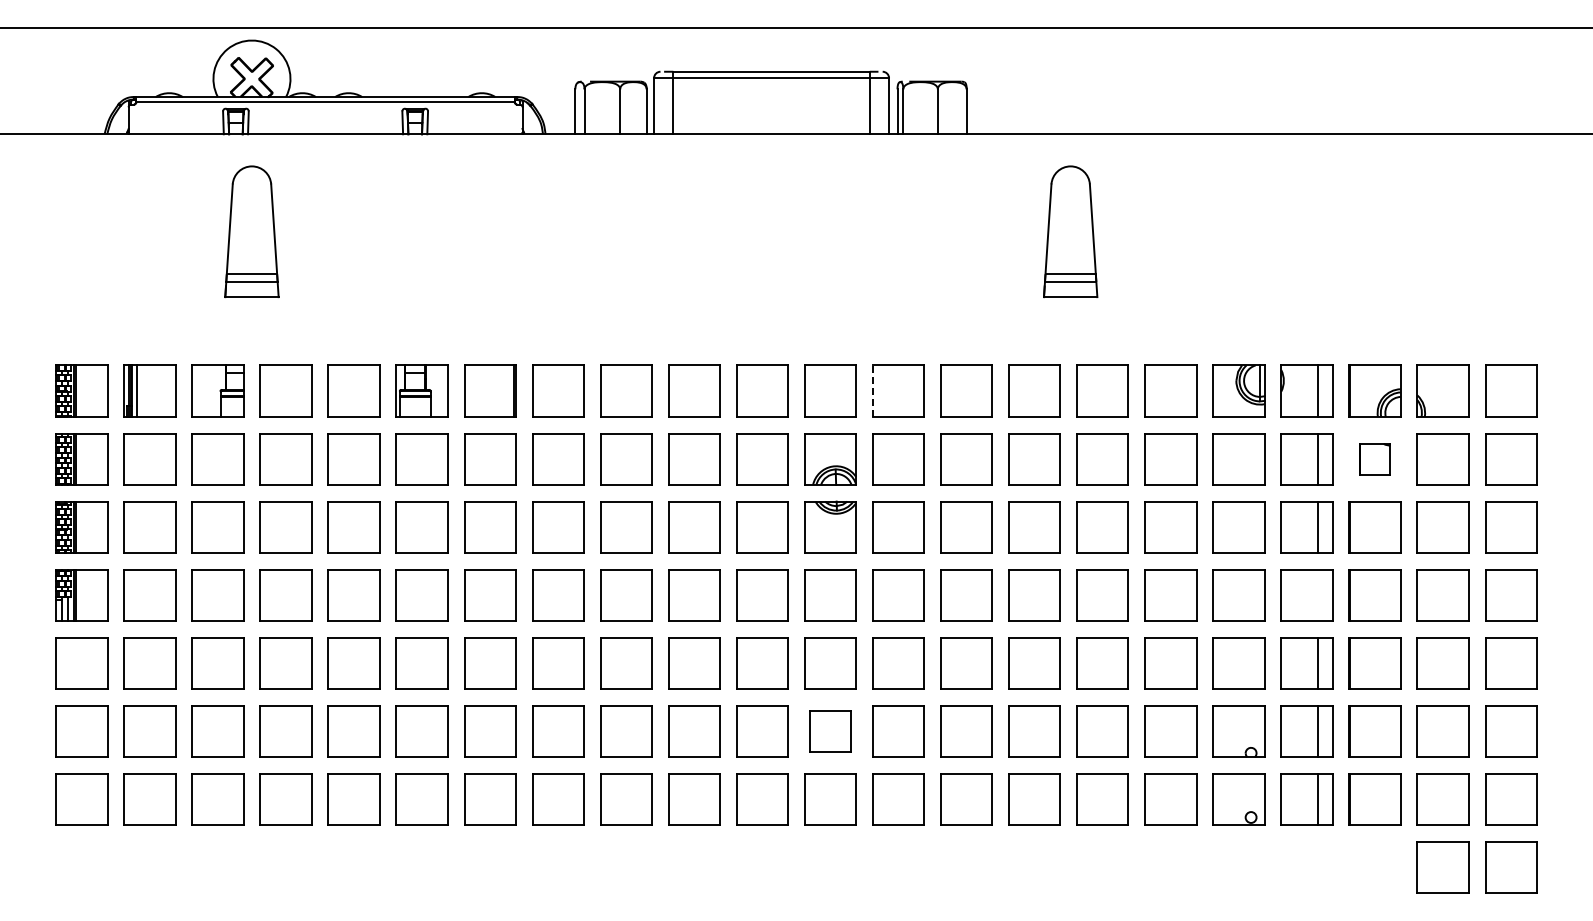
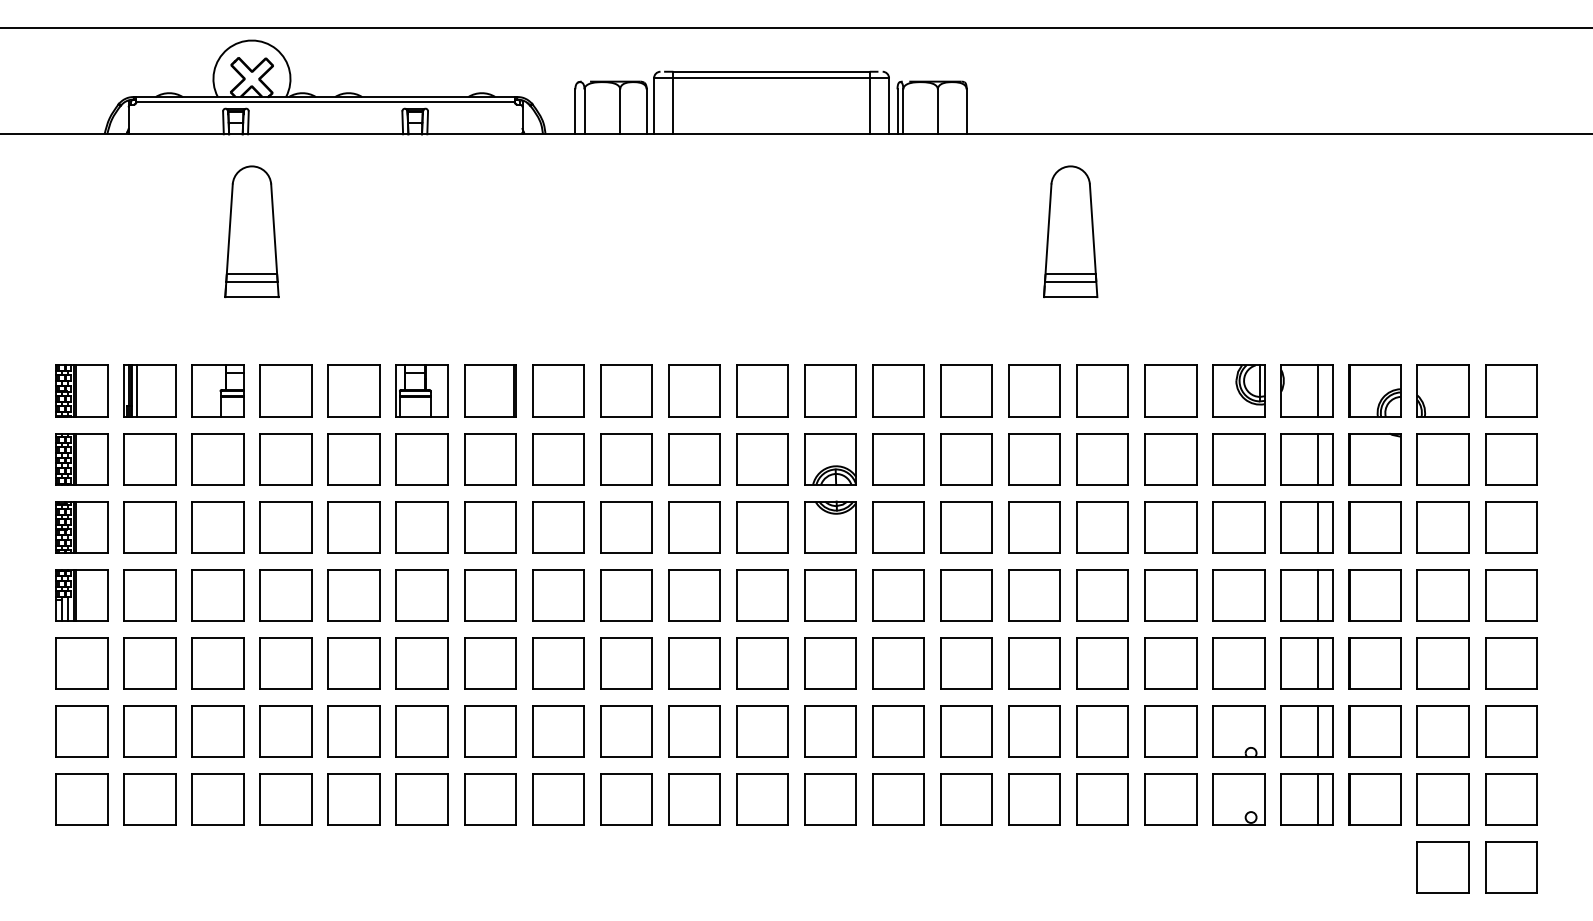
line at (872, 391): dashed -> solid
part at (1374, 459) size: 32x33 px -> 54x53 px
line at (1317, 595): none -> present
part at (830, 731) size: 43x43 px -> 53x53 px
